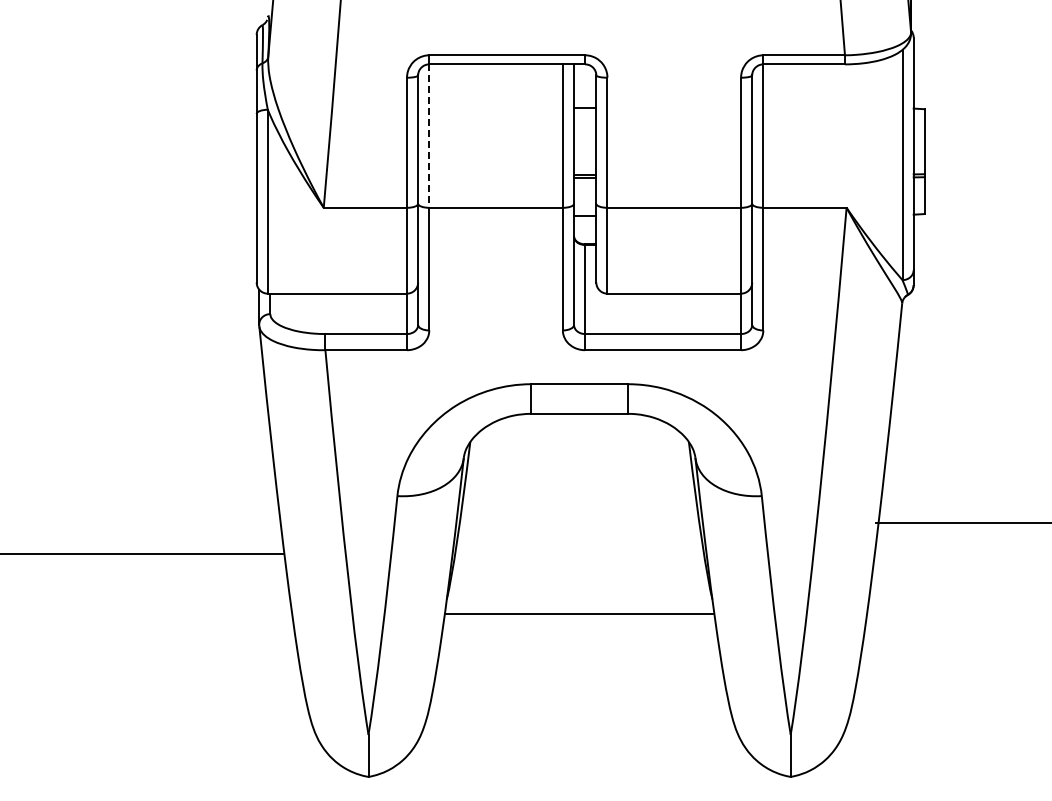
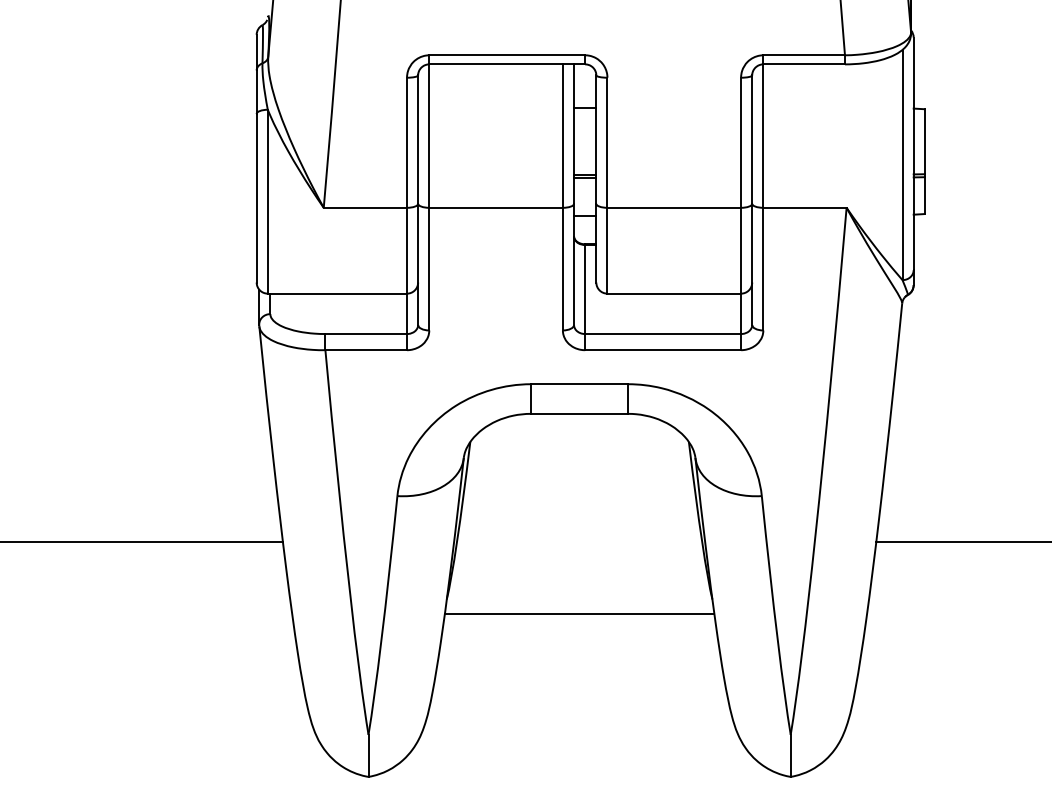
line at (429, 136): dashed -> solid
line at (962, 522) position: (962, 522) -> (962, 541)
line at (142, 553) position: (142, 553) -> (142, 541)
